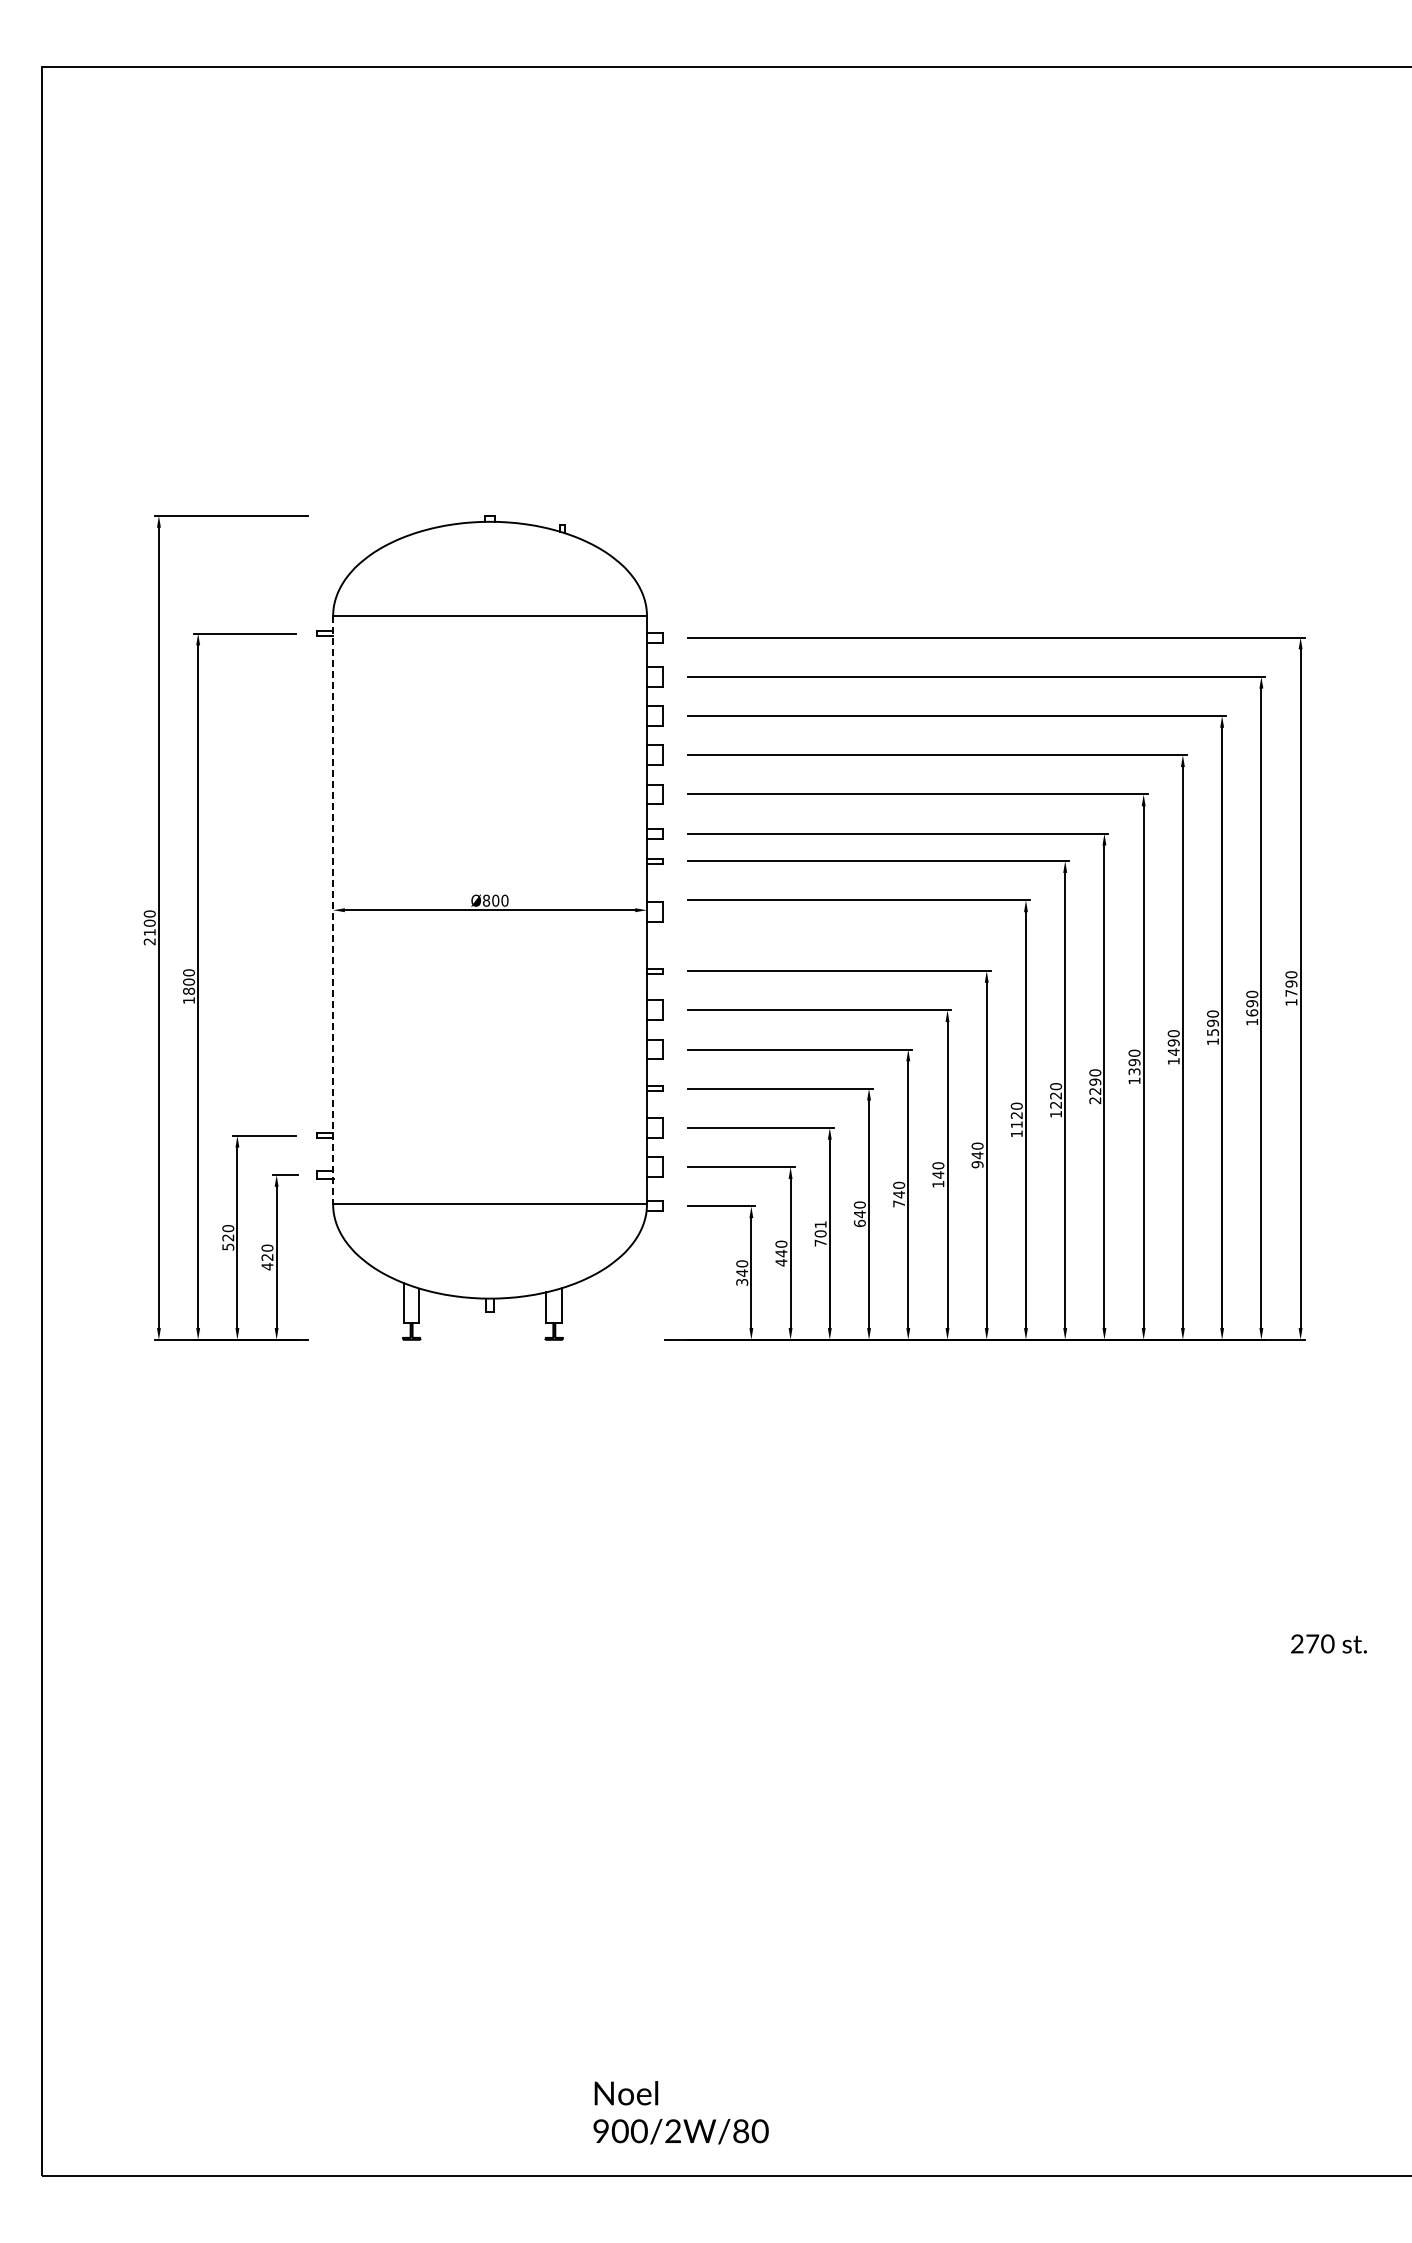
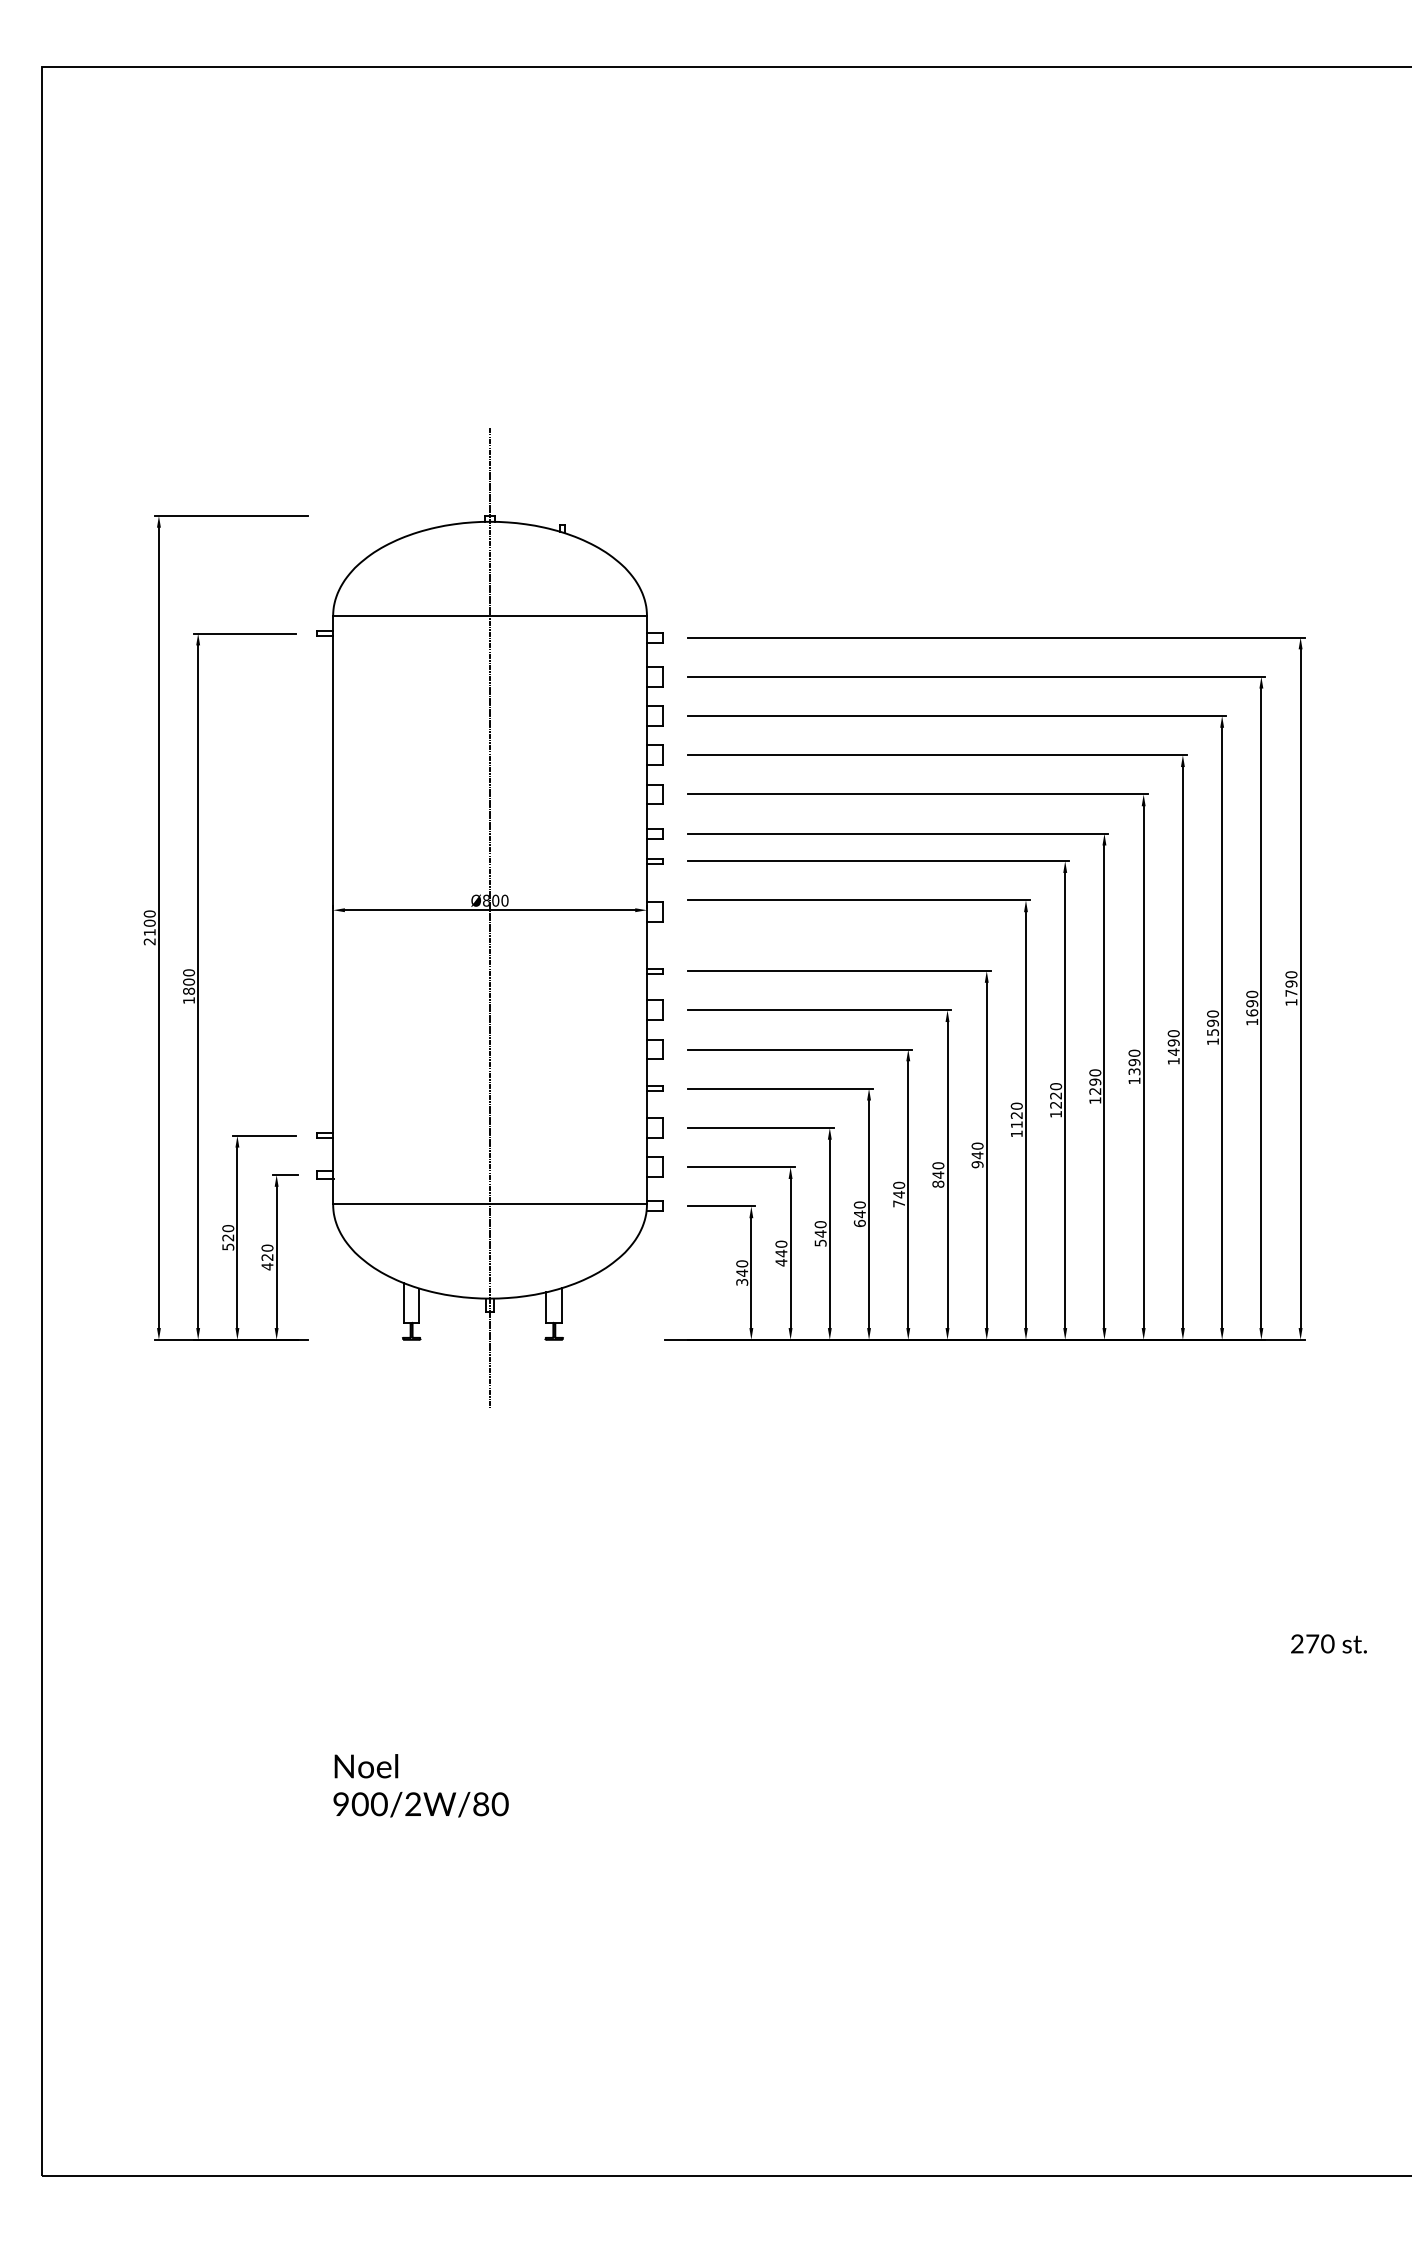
line at (333, 910): dashed -> solid
line at (490, 917): none -> present
text at (1095, 1100): 2290 -> 1290
text at (938, 1183): 140 -> 840
text at (820, 1233): 701 -> 540
text at (680, 2112) position: (680, 2112) -> (420, 1785)
